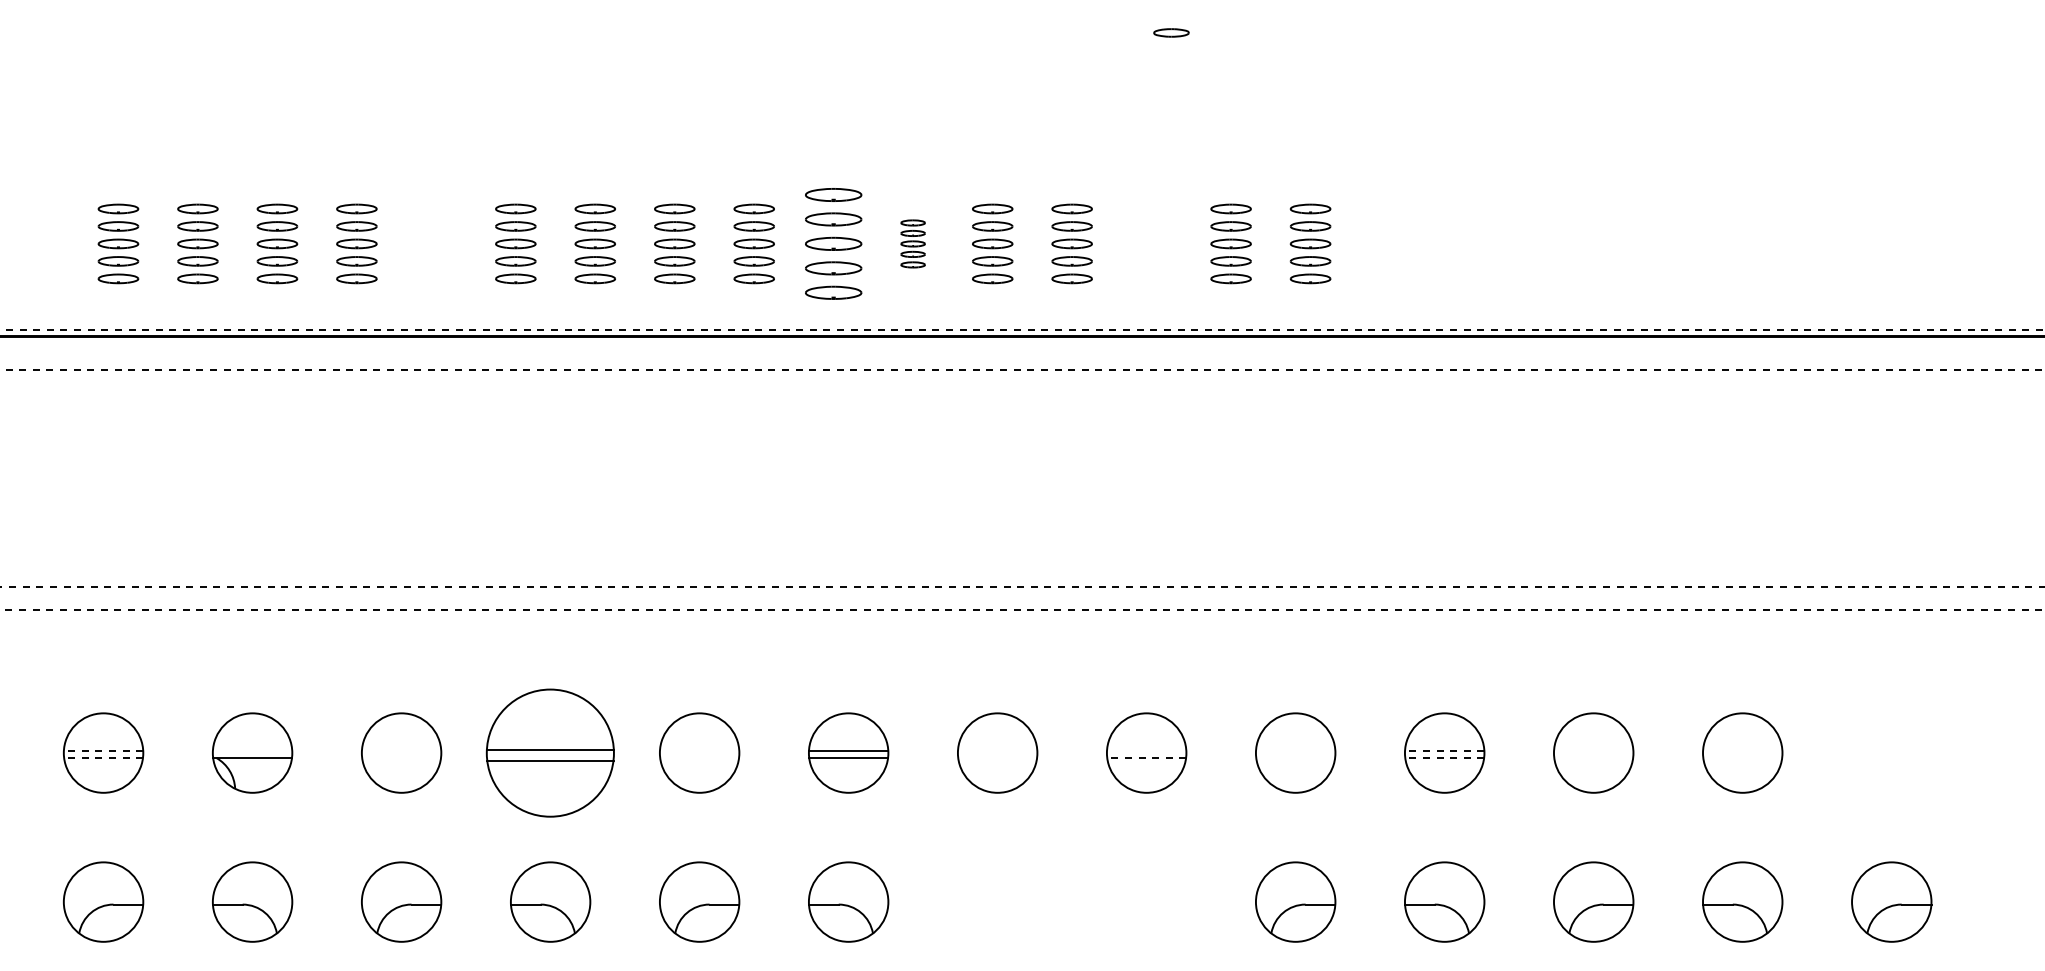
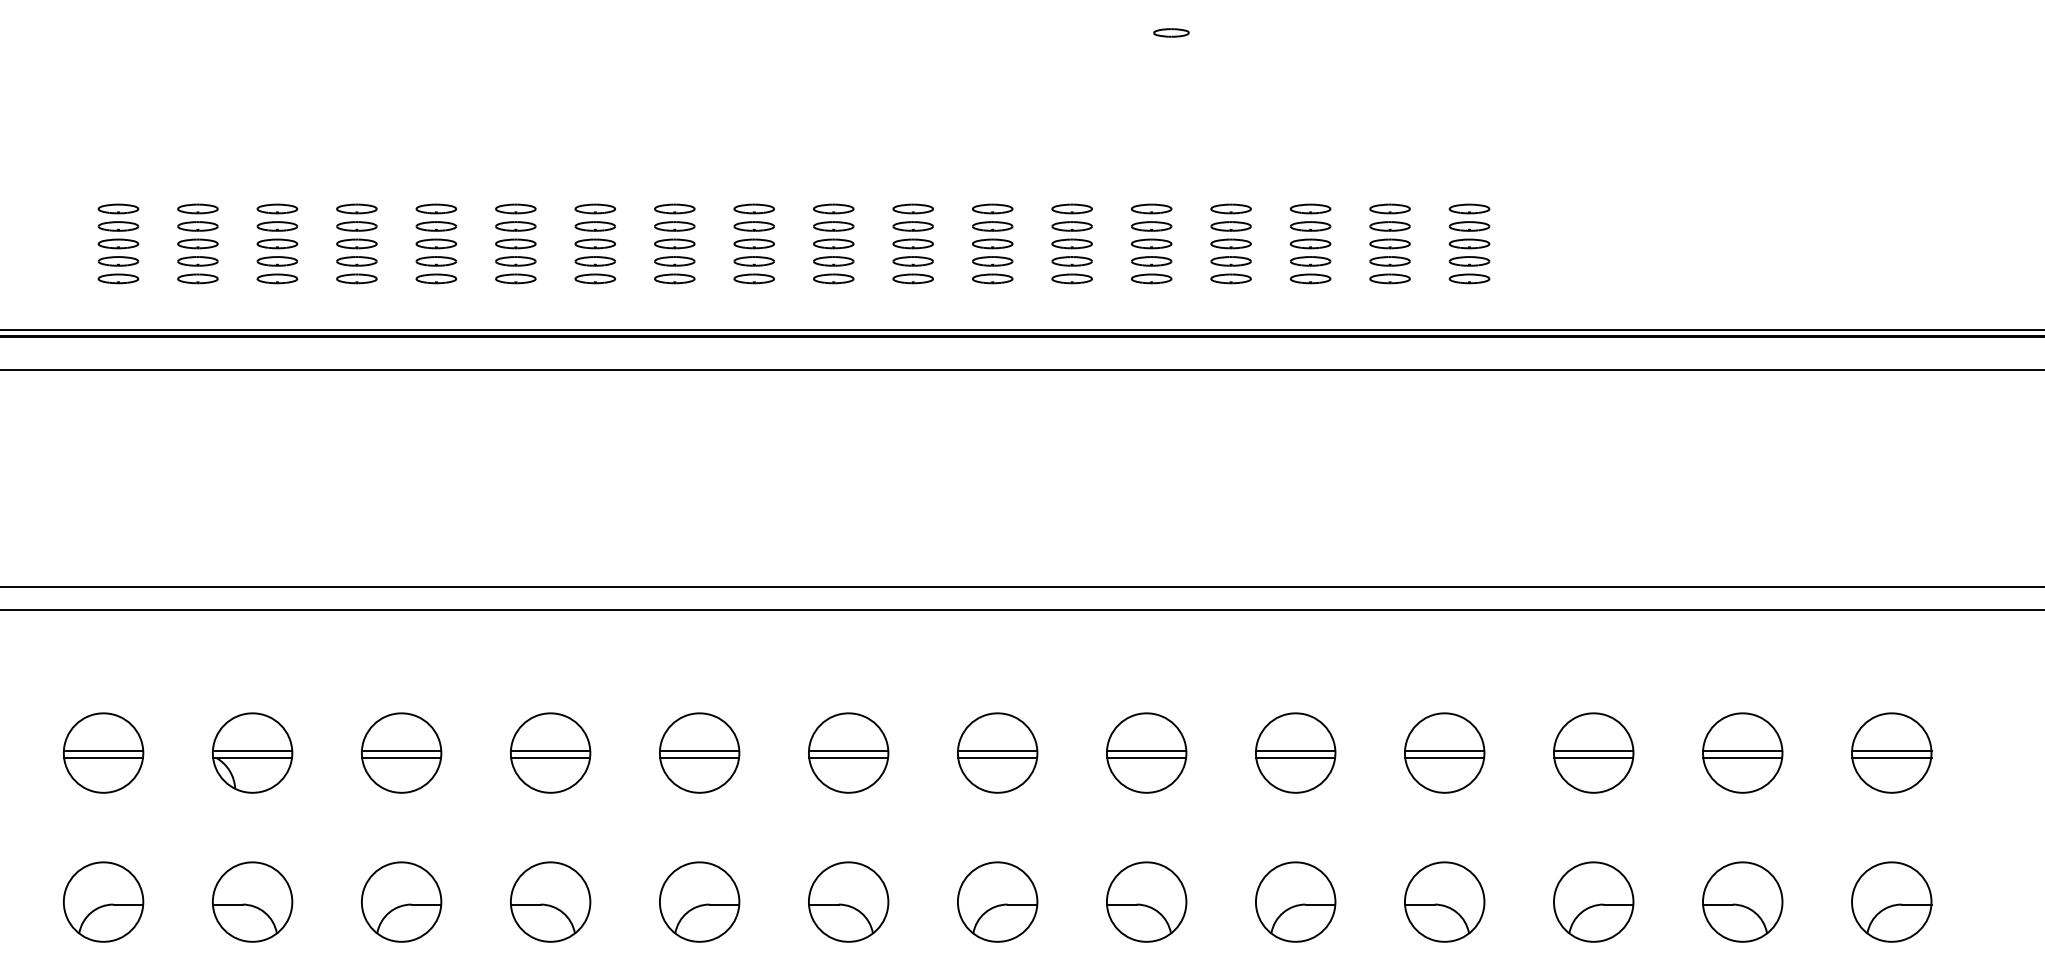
part at (436, 243): none -> present
part at (833, 243) size: 58x112 px -> 42x82 px
part at (912, 243) size: 26x50 px -> 42x82 px
part at (1151, 243): none -> present
part at (1389, 243): none -> present
part at (1469, 243): none -> present
line at (1022, 329): dashed -> solid
line at (1023, 369): dashed -> solid
line at (1022, 587): dashed -> solid
line at (1022, 609): dashed -> solid
line at (103, 751): dashed -> solid
line at (252, 751): none -> present
line at (401, 751): none -> present
line at (699, 751): none -> present
line at (997, 751): none -> present
line at (1146, 751): none -> present
line at (1295, 751): none -> present
line at (1444, 751): dashed -> solid
line at (1593, 751): none -> present
line at (1742, 751): none -> present
part at (549, 752) size: 130x130 px -> 82x82 px
part at (1891, 752): none -> present
line at (103, 758): dashed -> solid
line at (401, 758): none -> present
line at (699, 758): none -> present
line at (997, 758): none -> present
line at (1146, 758): dashed -> solid
line at (1295, 758): none -> present
line at (1444, 758): dashed -> solid
line at (1593, 758): none -> present
line at (1742, 758): none -> present
part at (997, 901): none -> present
part at (1146, 901): none -> present
